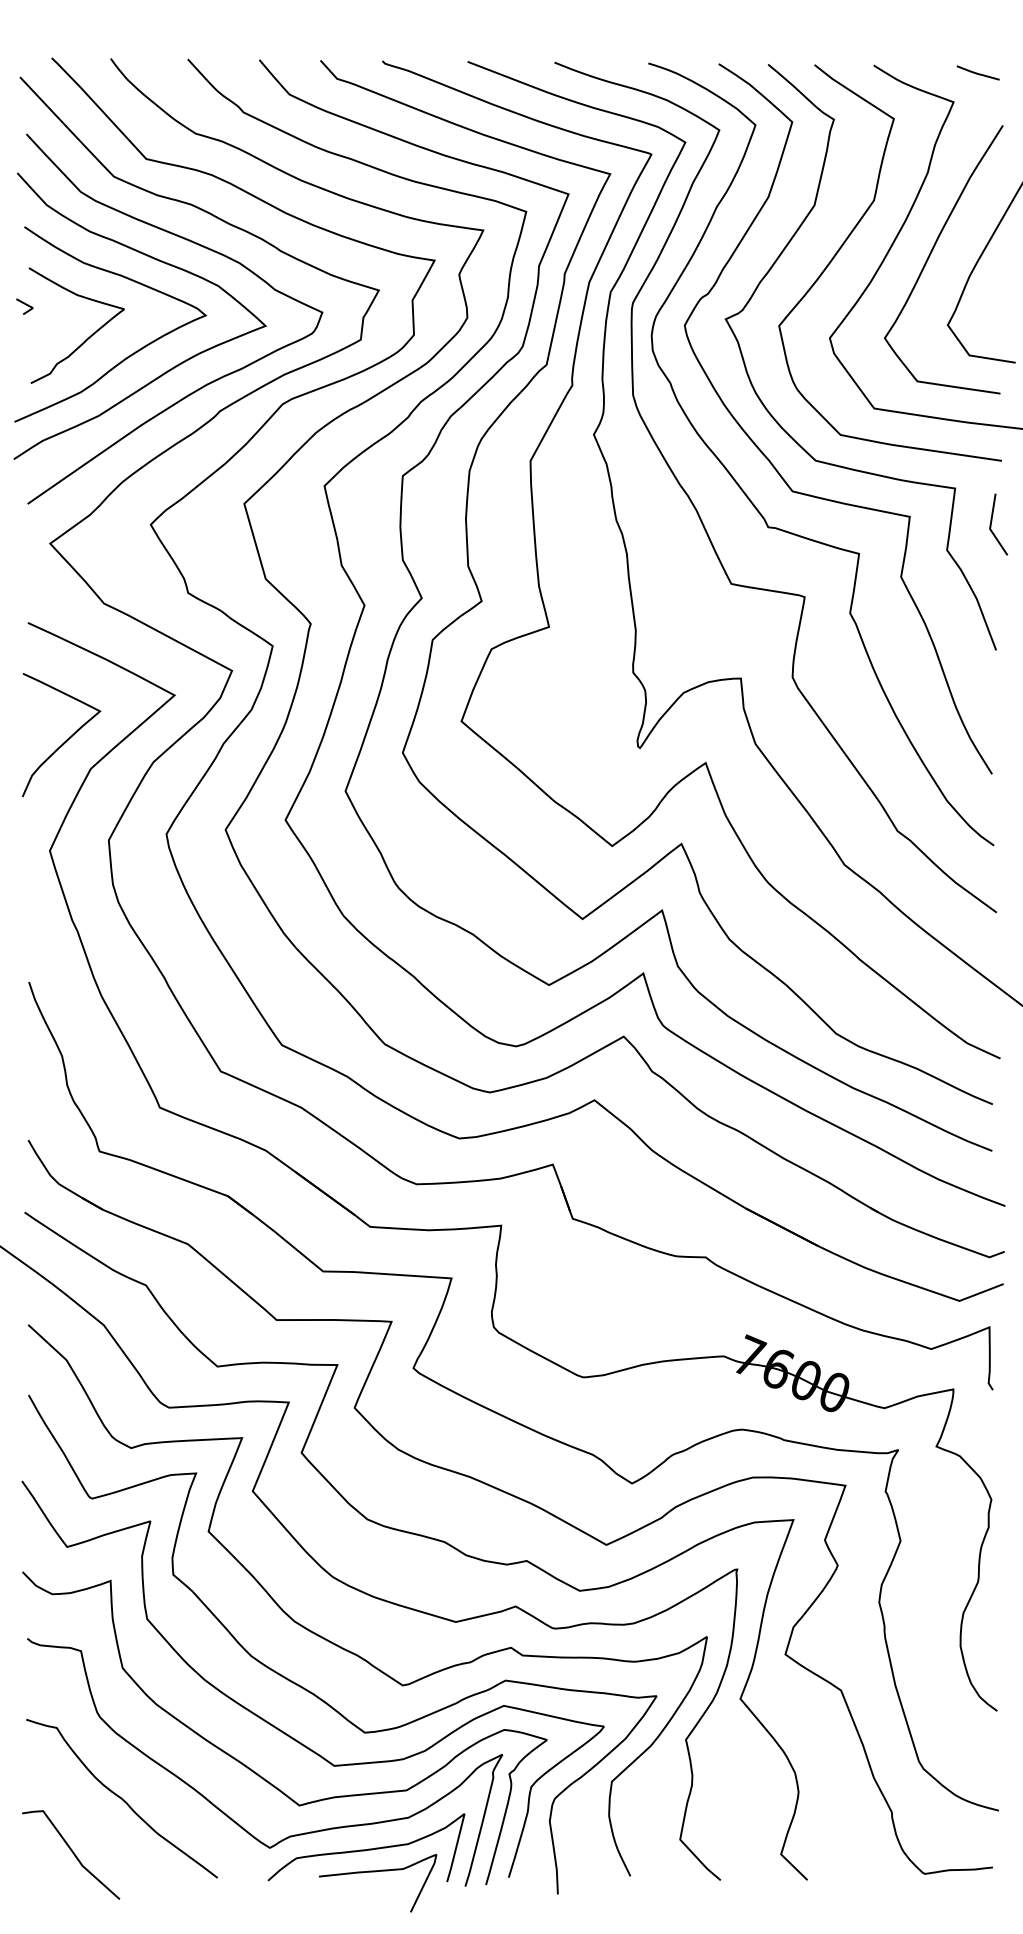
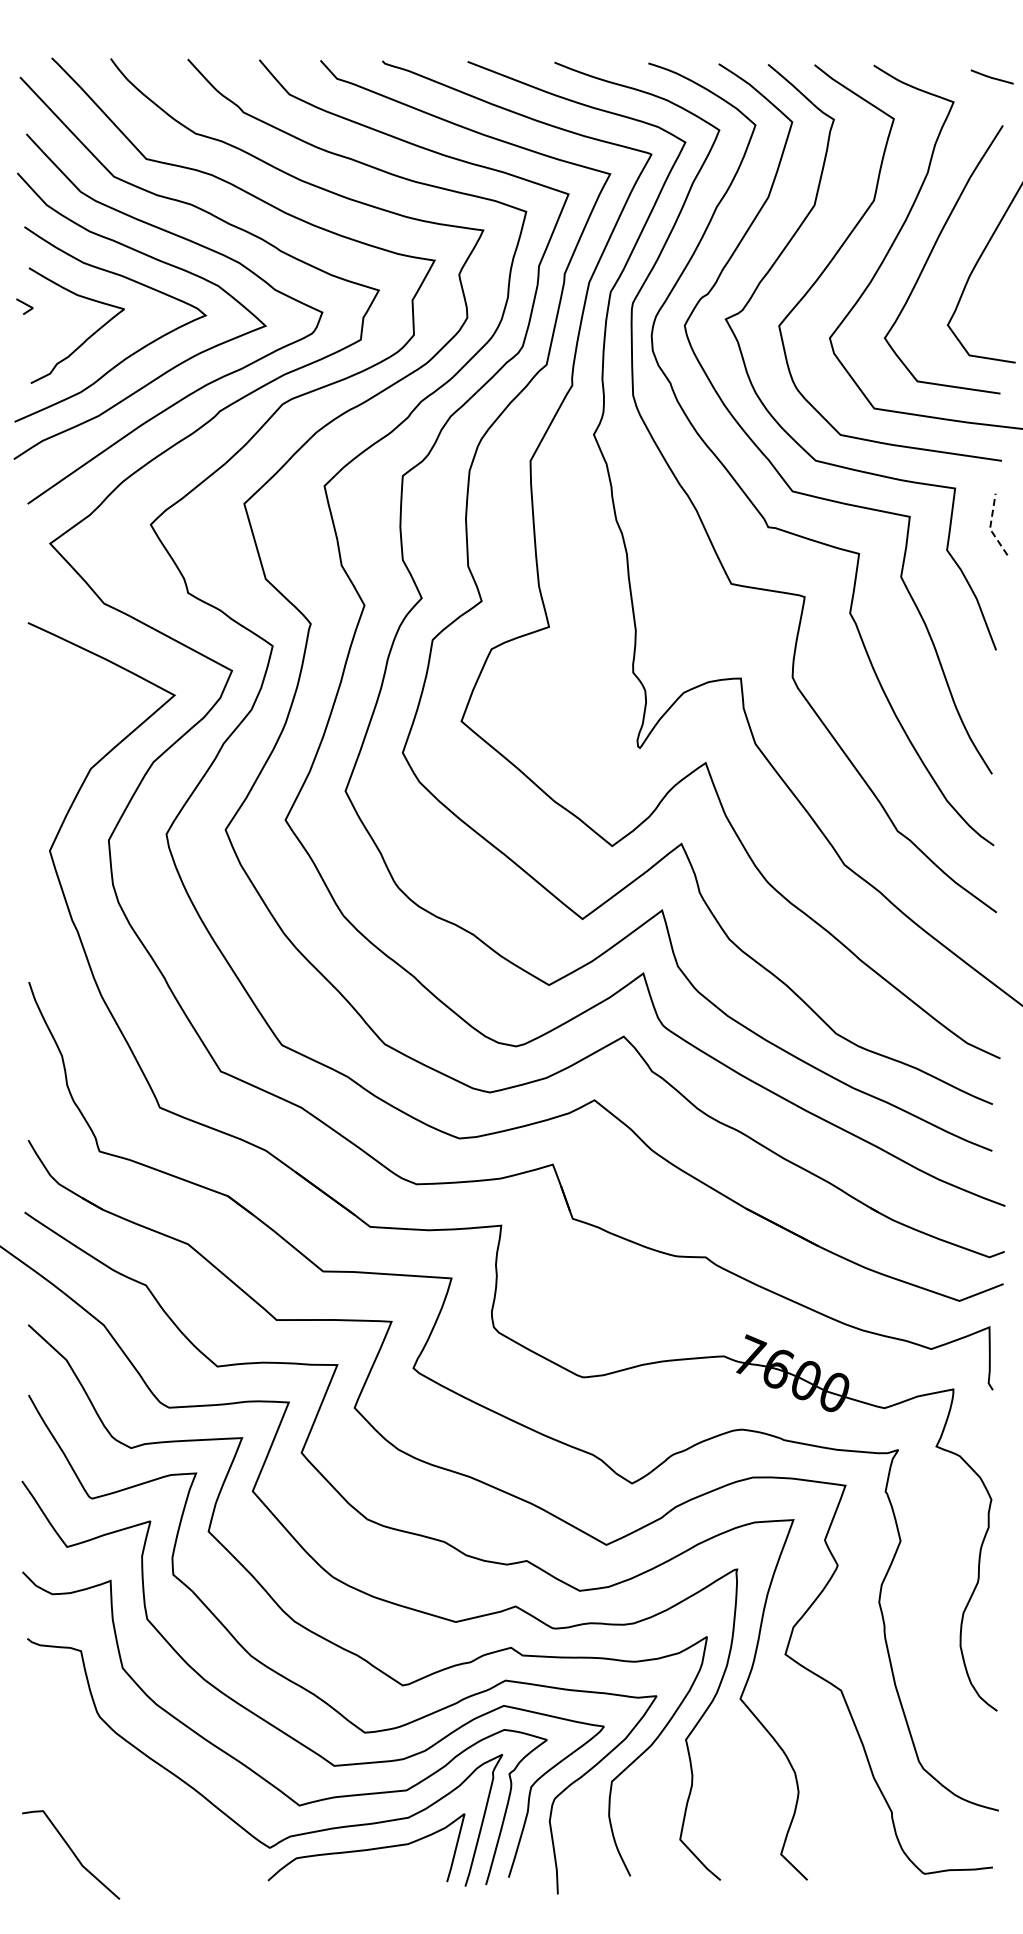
curve at (977, 72) position: (977, 72) -> (991, 76)
line at (990, 527): solid -> dashed
curve at (66, 739): present -> none
curve at (121, 1798): present -> none
curve at (376, 1872): present -> none
